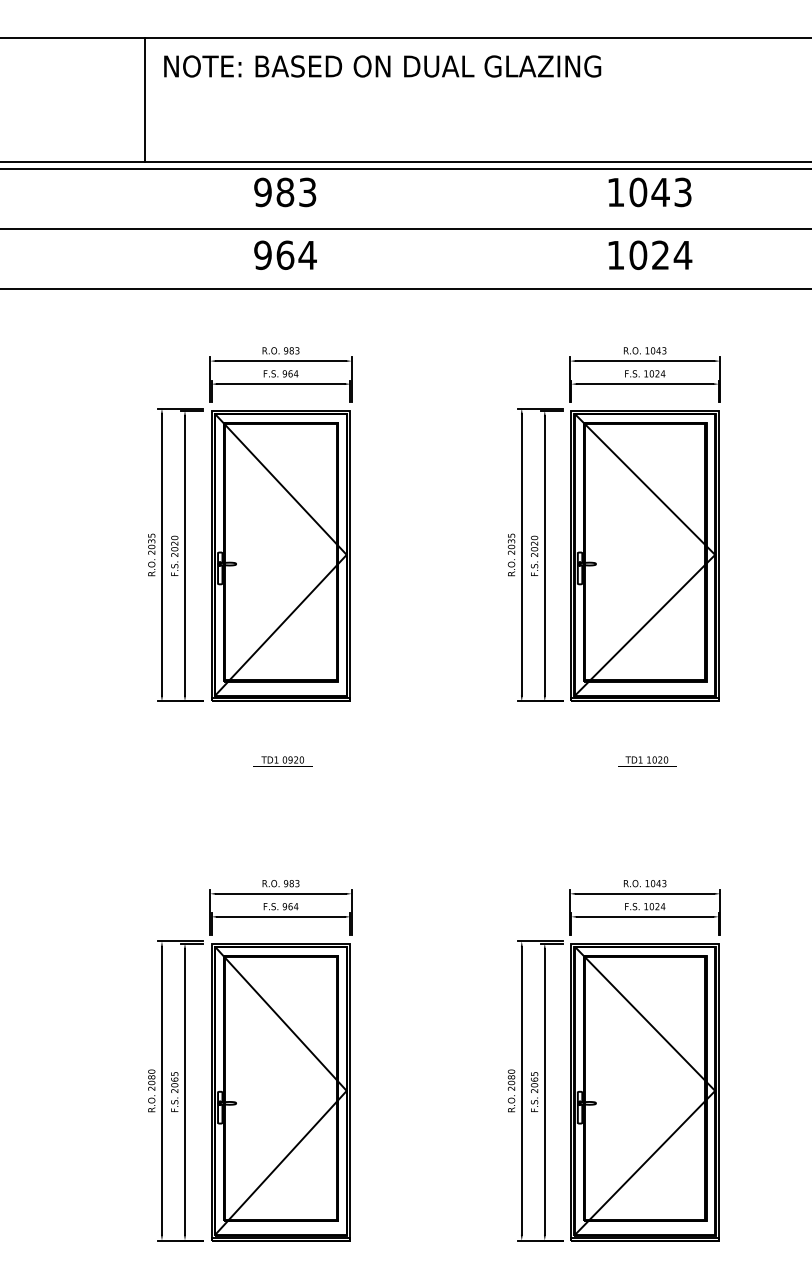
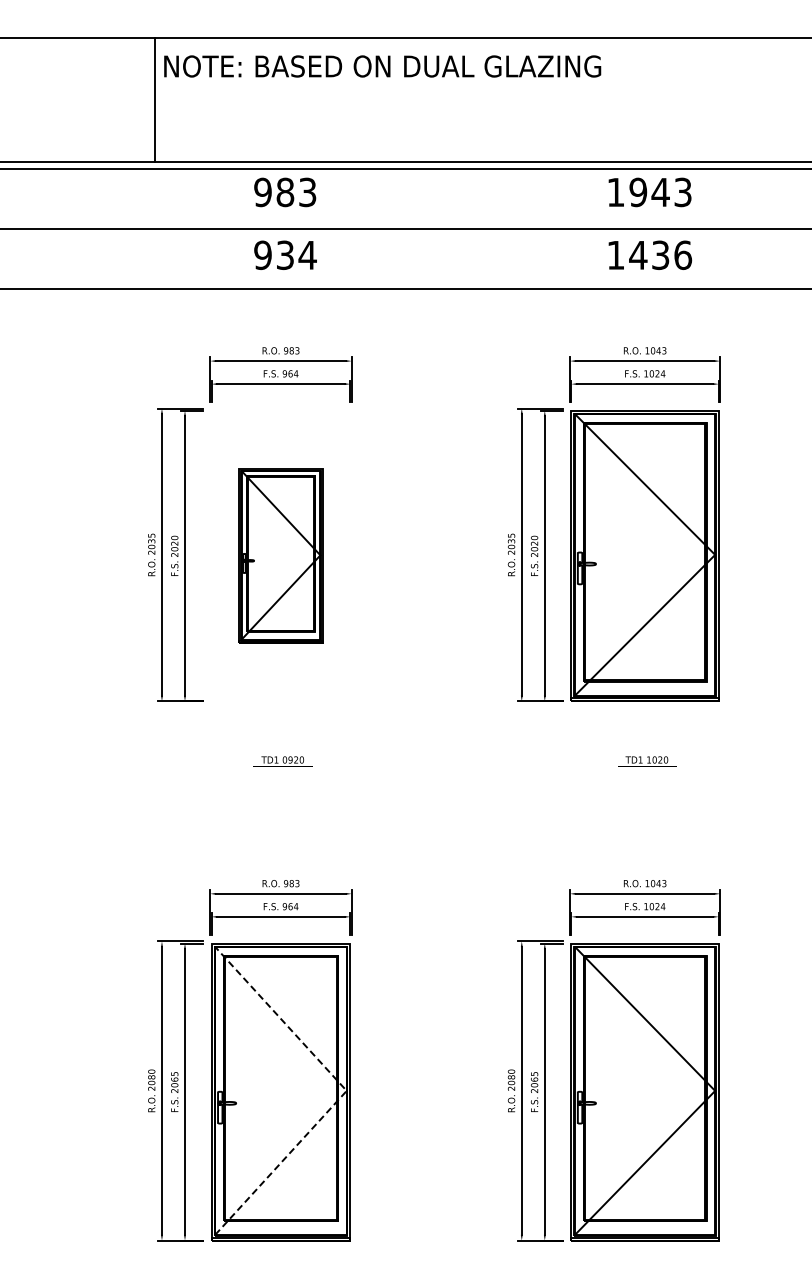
line at (144, 99) position: (144, 99) -> (154, 99)
text at (638, 192): 1043 -> 1943
text at (285, 254): 964 -> 934
text at (660, 255): 1024 -> 1436
part at (280, 555) size: 140x292 px -> 86x176 px
line at (346, 1090): solid -> dashed
